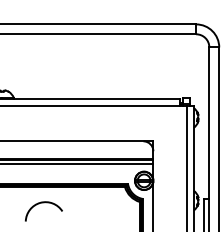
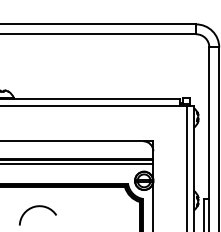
arc at (43, 203) position: (43, 203) -> (37, 207)
